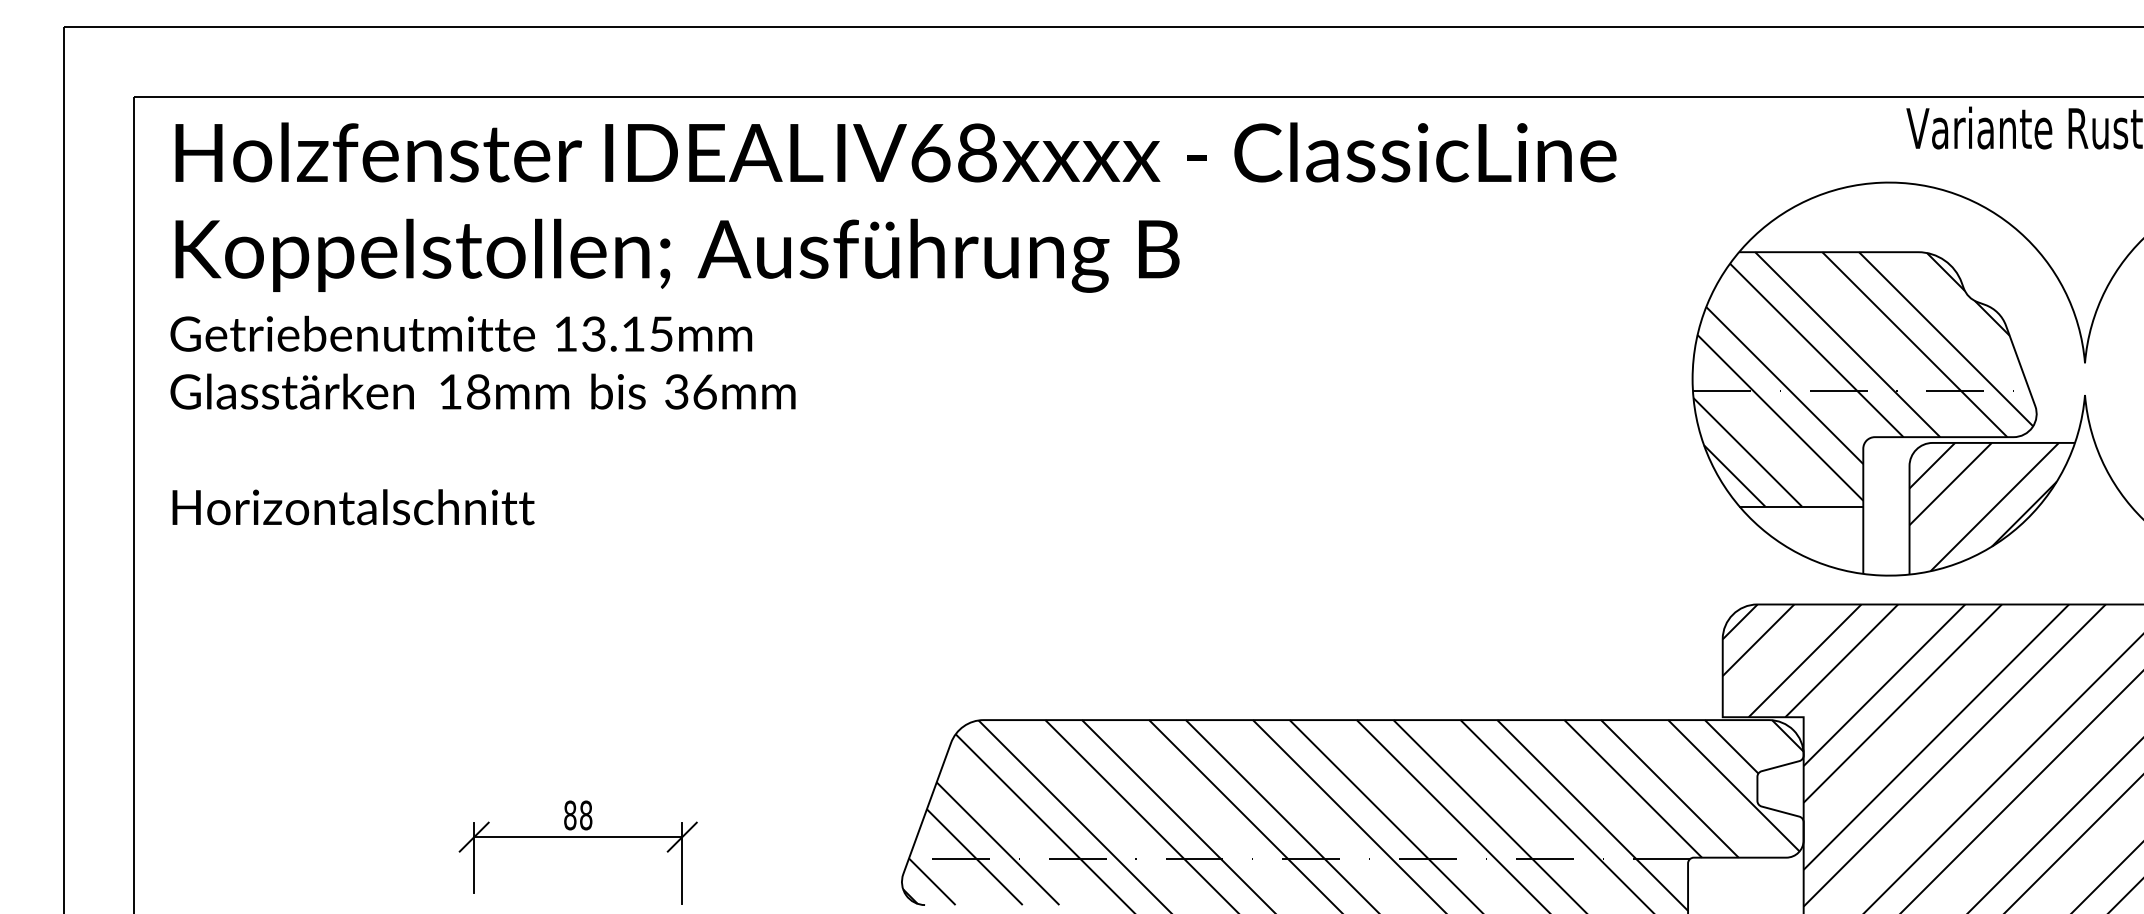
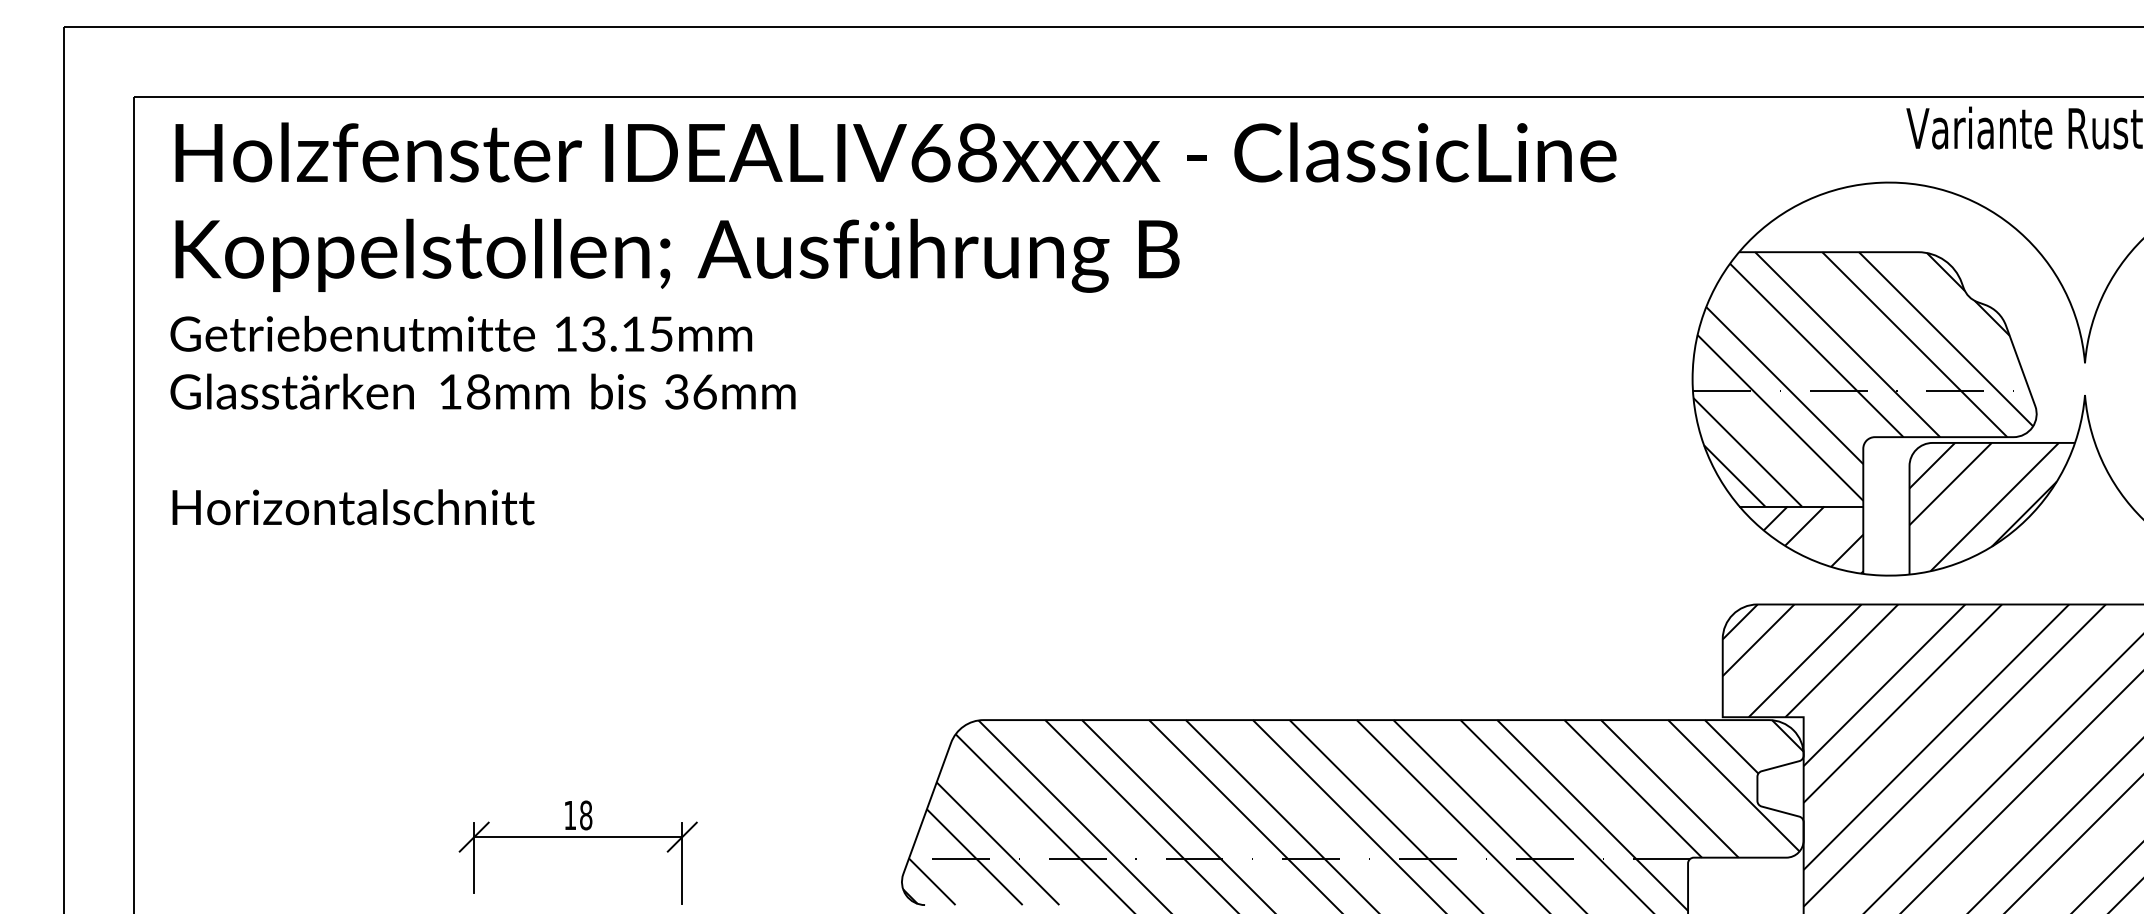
hatch at (1813, 539): none -> present
text at (570, 815): 88 -> 18
